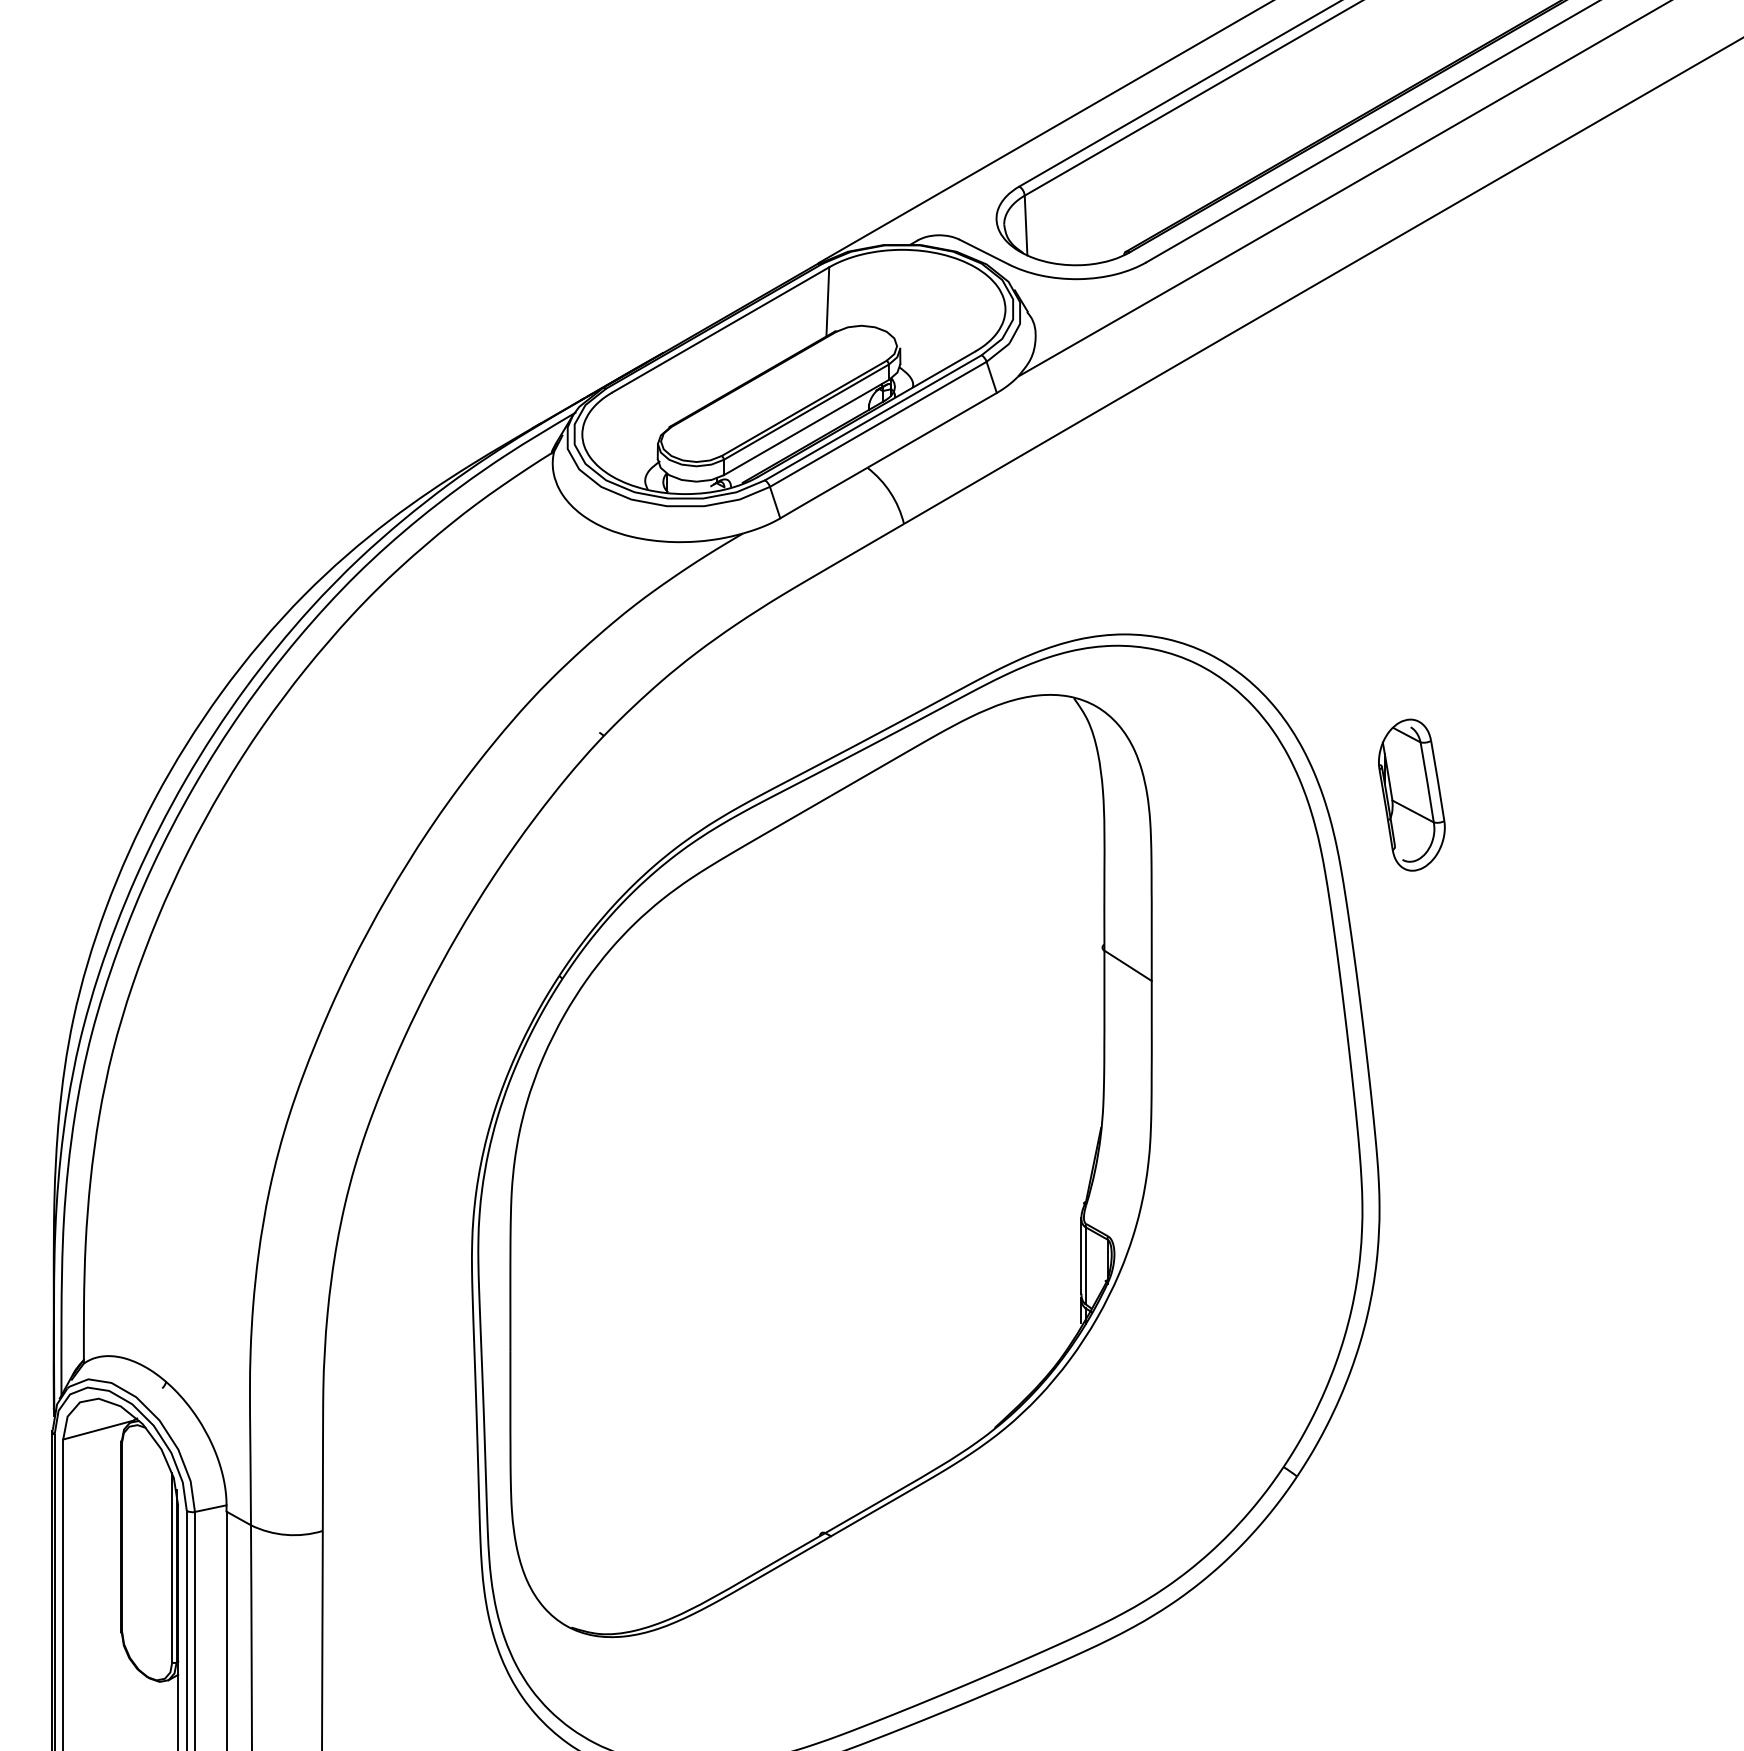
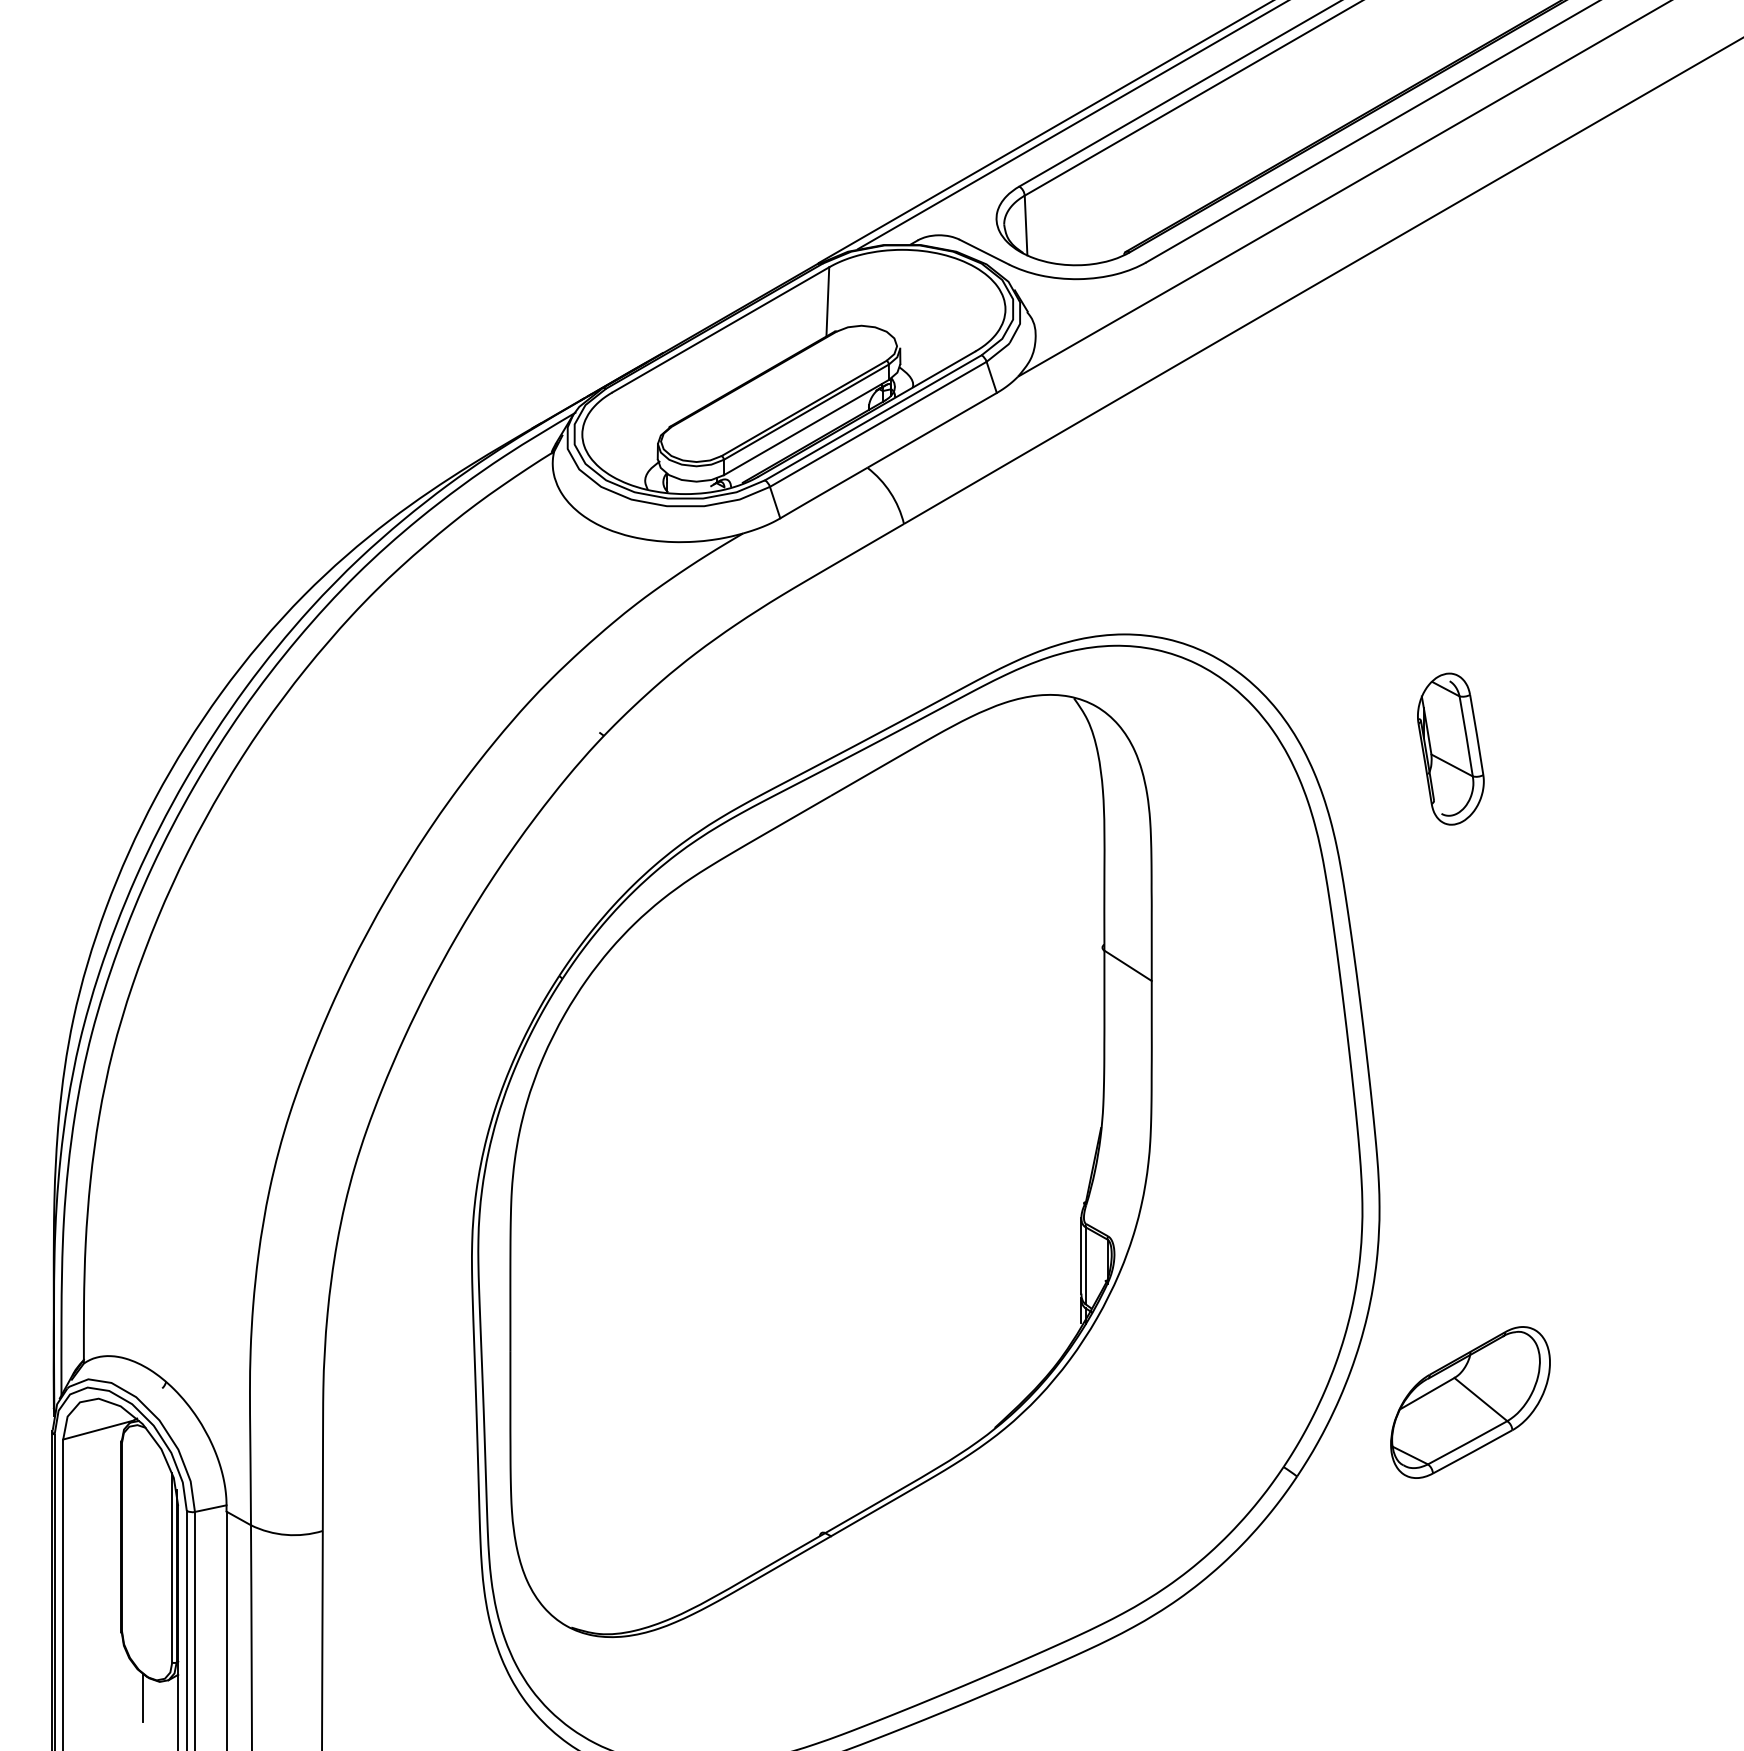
line at (1071, 125): none -> present
part at (1411, 794) position: (1411, 794) -> (1450, 748)
part at (1470, 1402): none -> present
line at (142, 1697): none -> present
